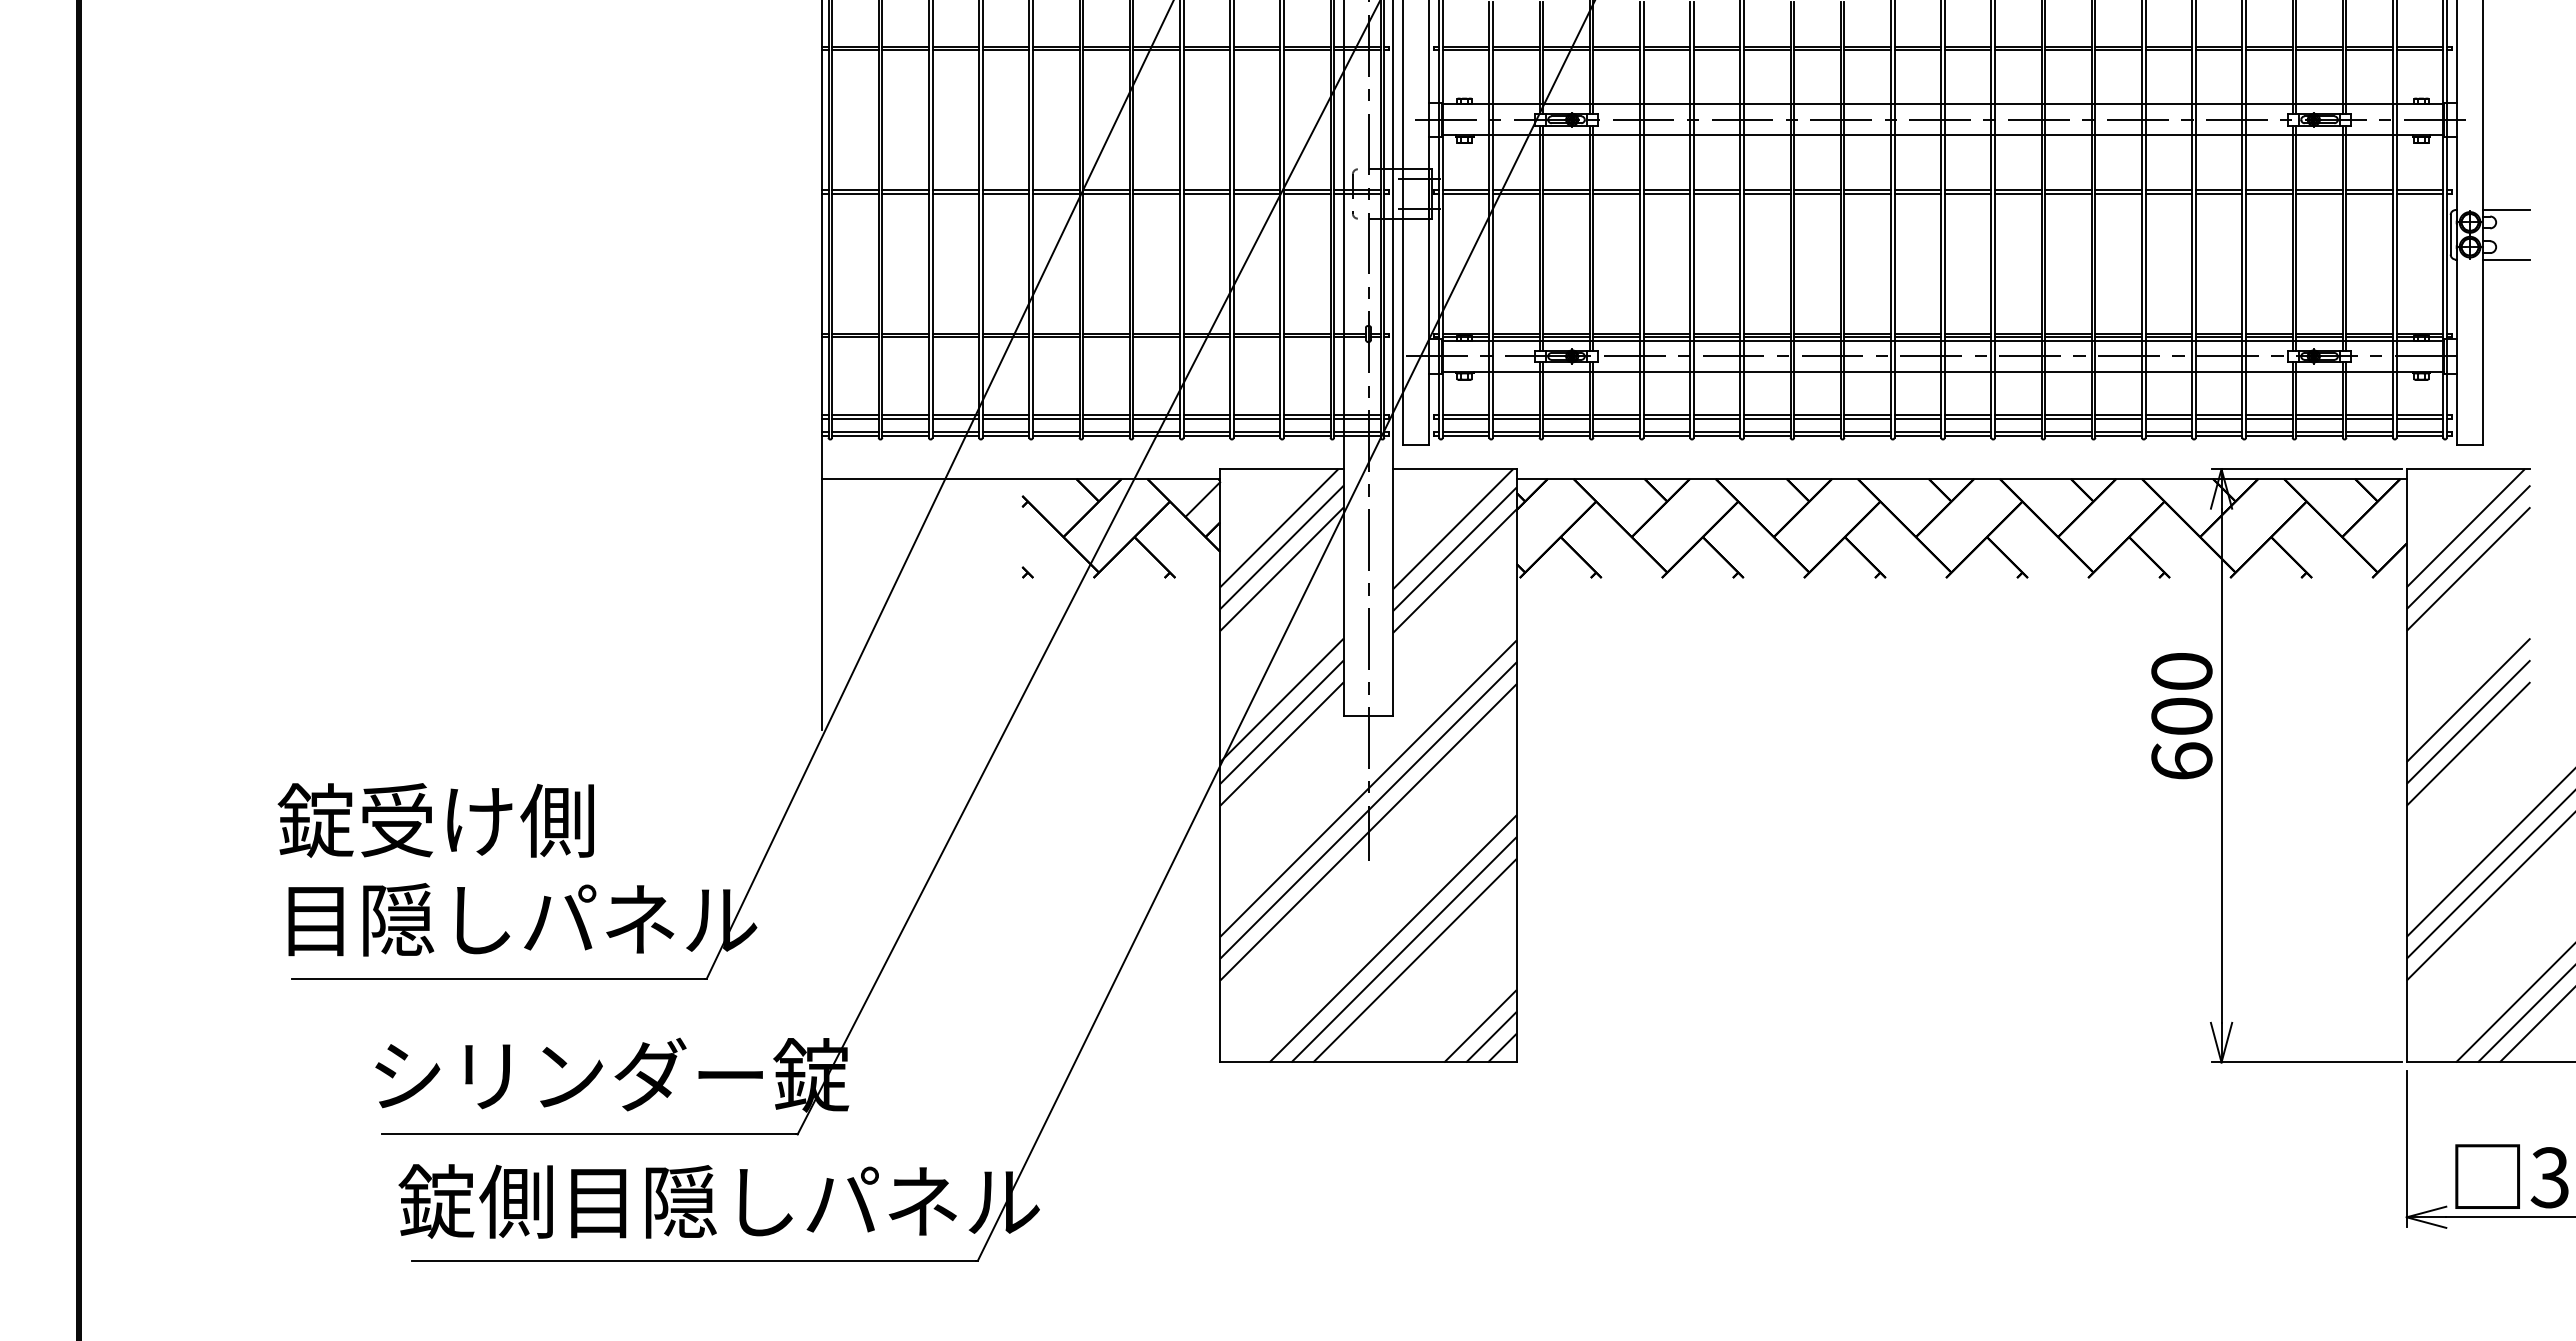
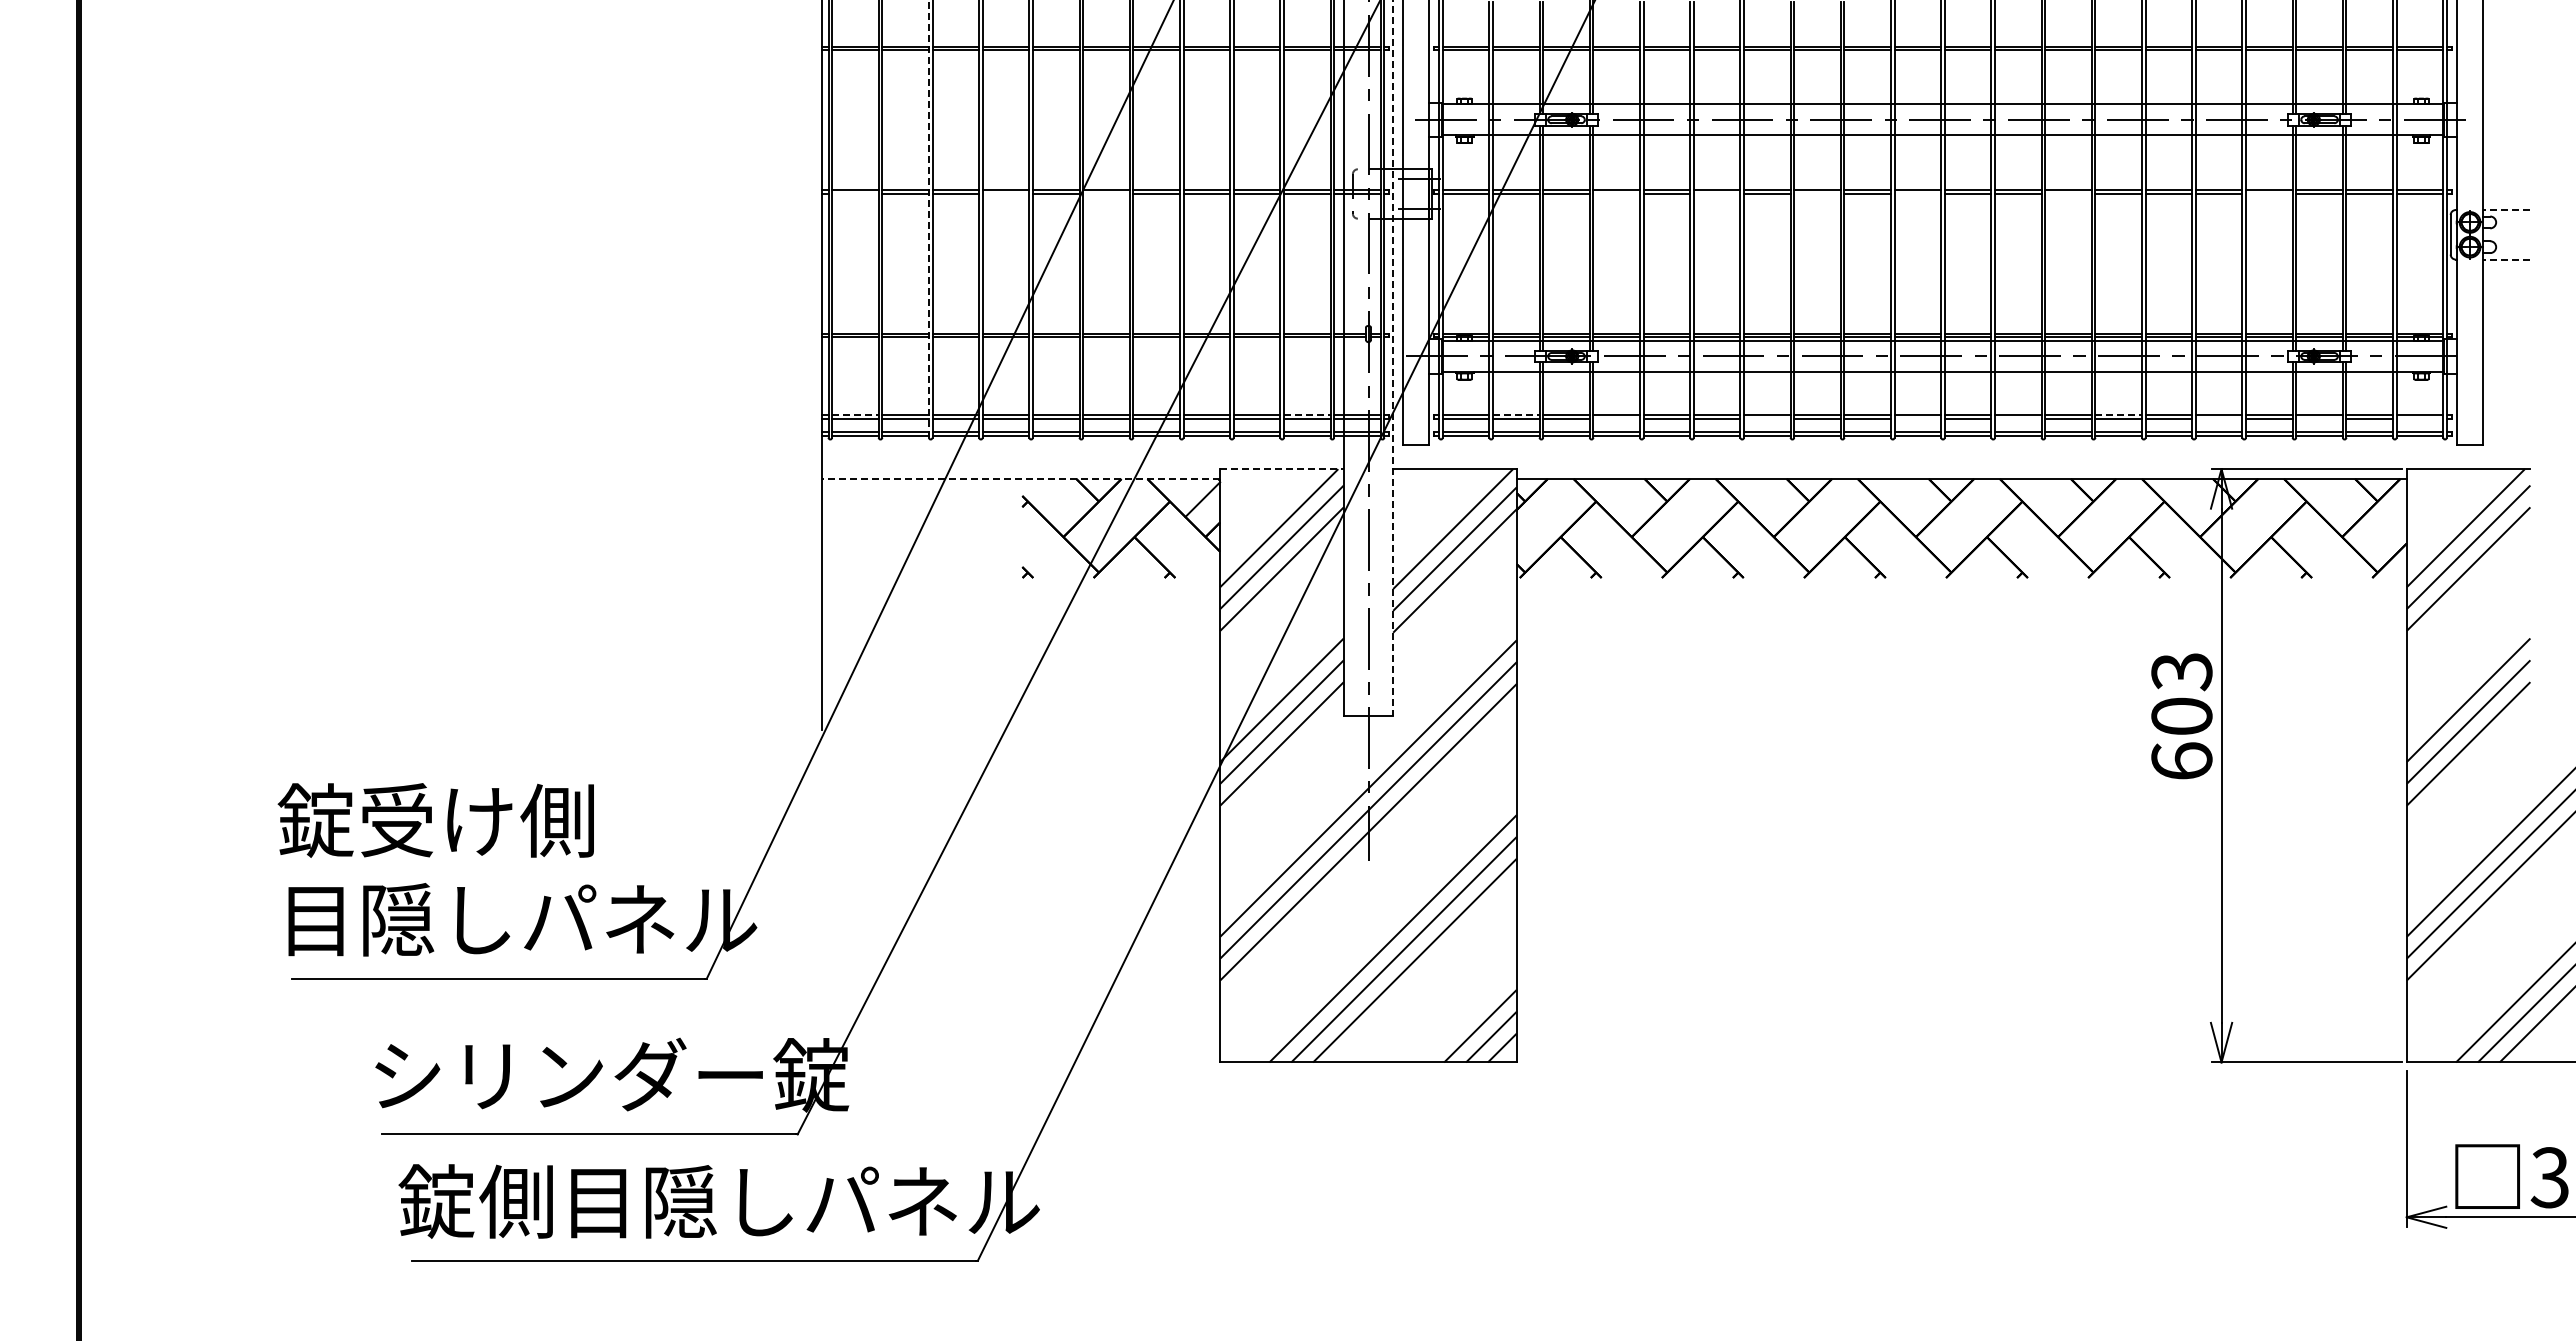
line at (855, 193): present -> none
line at (1005, 193): present -> none
line at (1106, 193): present -> none
line at (1616, 193): present -> none
line at (1716, 193): present -> none
line at (1817, 193): present -> none
line at (1917, 193): present -> none
line at (2068, 193): present -> none
line at (2269, 193): present -> none
line at (2506, 210): solid -> dashed
line at (928, 218): solid -> dashed
line at (2506, 259): solid -> dashed
line at (1393, 358): solid -> dashed
line at (855, 414): solid -> dashed
line at (1307, 414): solid -> dashed
line at (1516, 414): solid -> dashed
line at (2119, 414): solid -> dashed
line at (1616, 418): present -> none
line at (1766, 418): present -> none
line at (1917, 418): present -> none
line at (2018, 418): present -> none
line at (2218, 418): present -> none
line at (2319, 418): present -> none
line at (2419, 418): present -> none
line at (1282, 469): solid -> dashed
line at (1020, 479): solid -> dashed
text at (2181, 672): 600 -> 603
